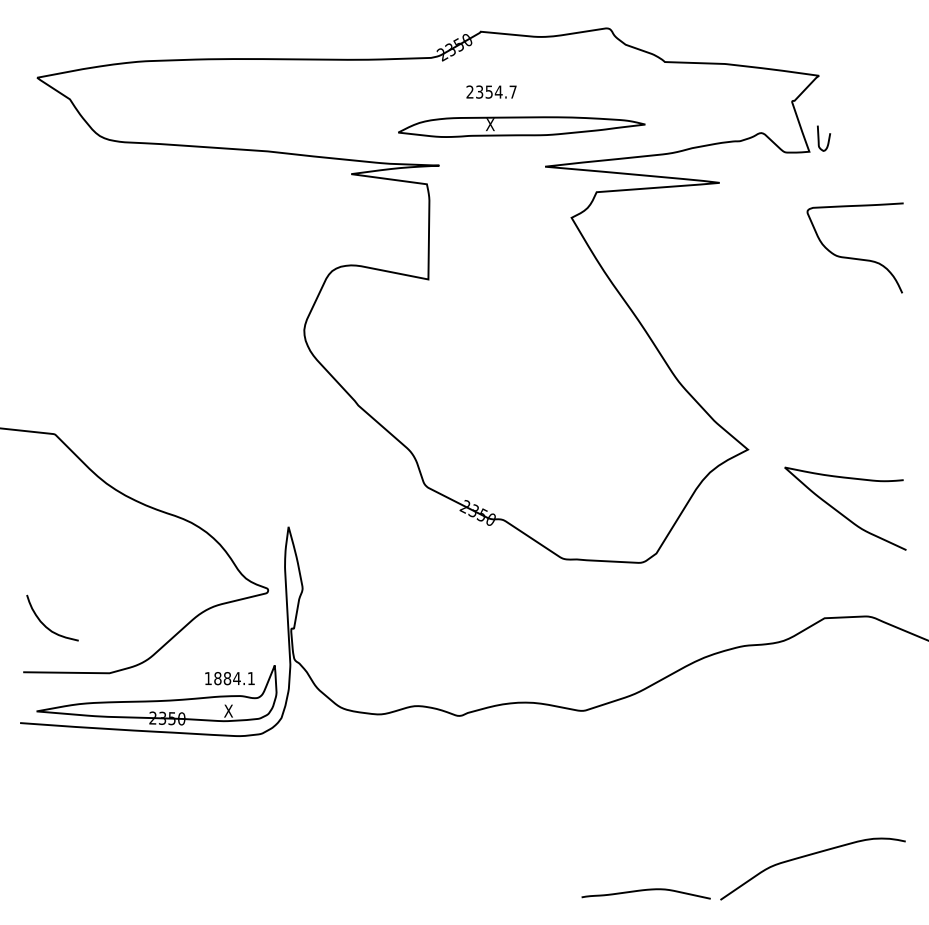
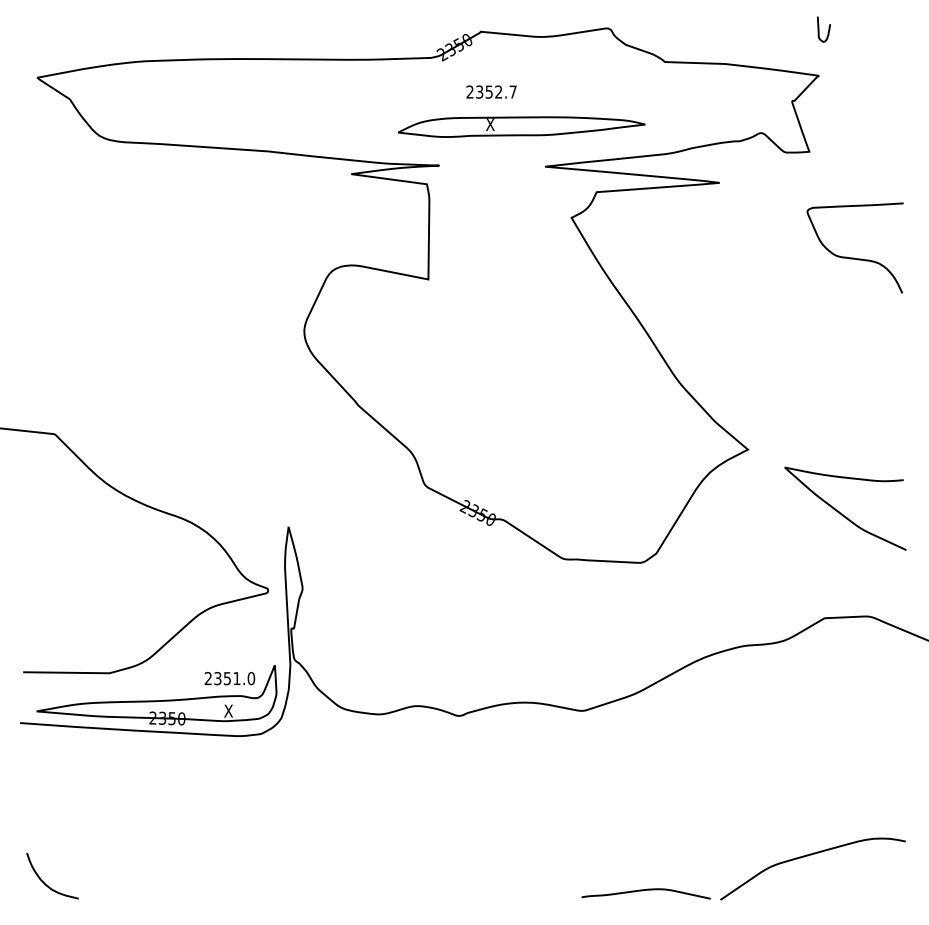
text at (498, 91): 2354.7 -> 2352.7
curve at (828, 138) position: (828, 138) -> (828, 29)
curve at (44, 624) position: (44, 624) -> (44, 882)
text at (229, 678): 1884.1 -> 2351.0
